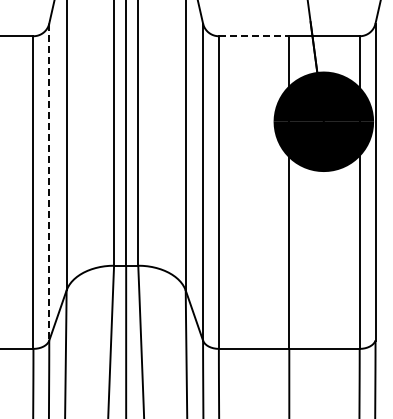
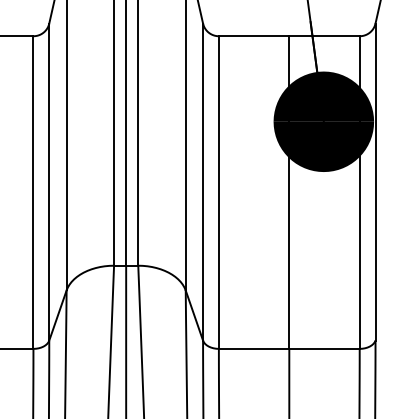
line at (254, 36): dashed -> solid
line at (49, 182): dashed -> solid
